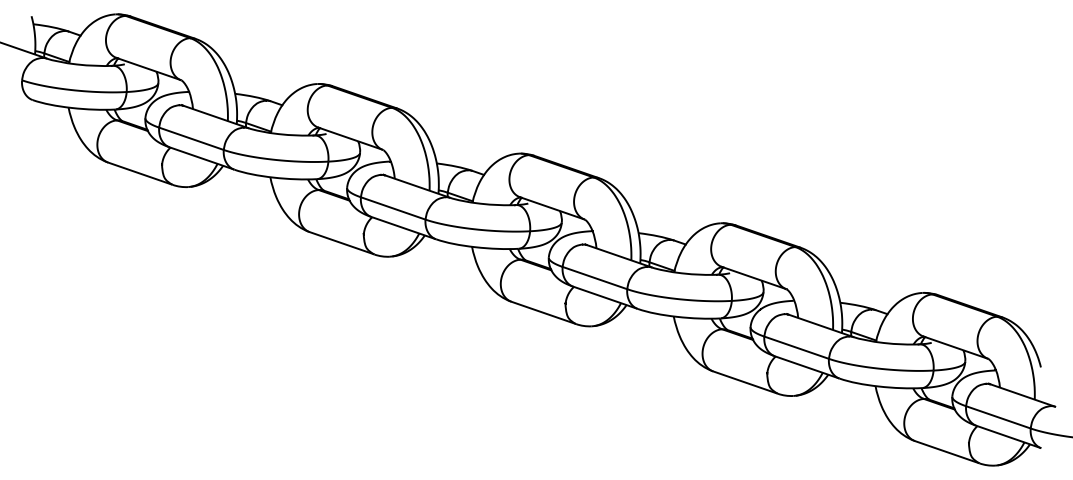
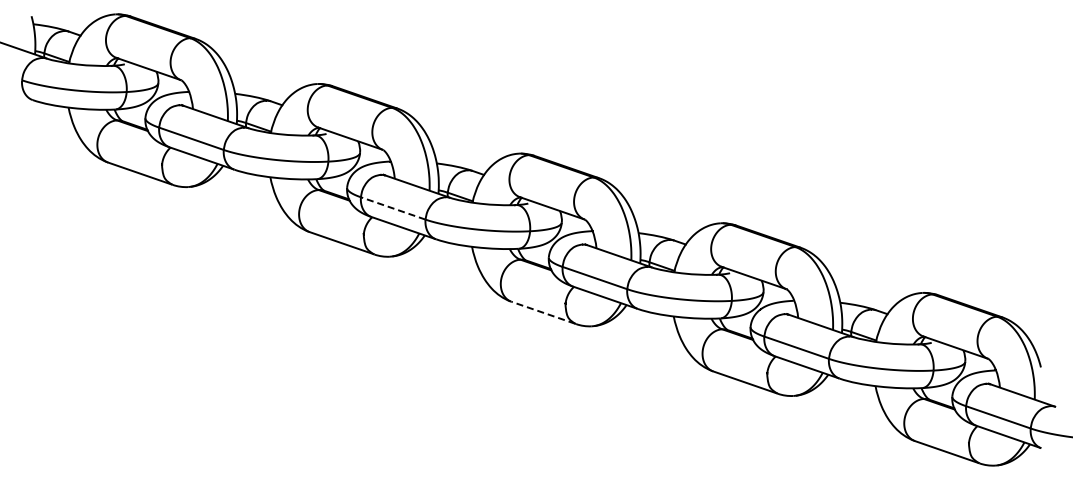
line at (392, 208): solid -> dashed
line at (543, 312): solid -> dashed
